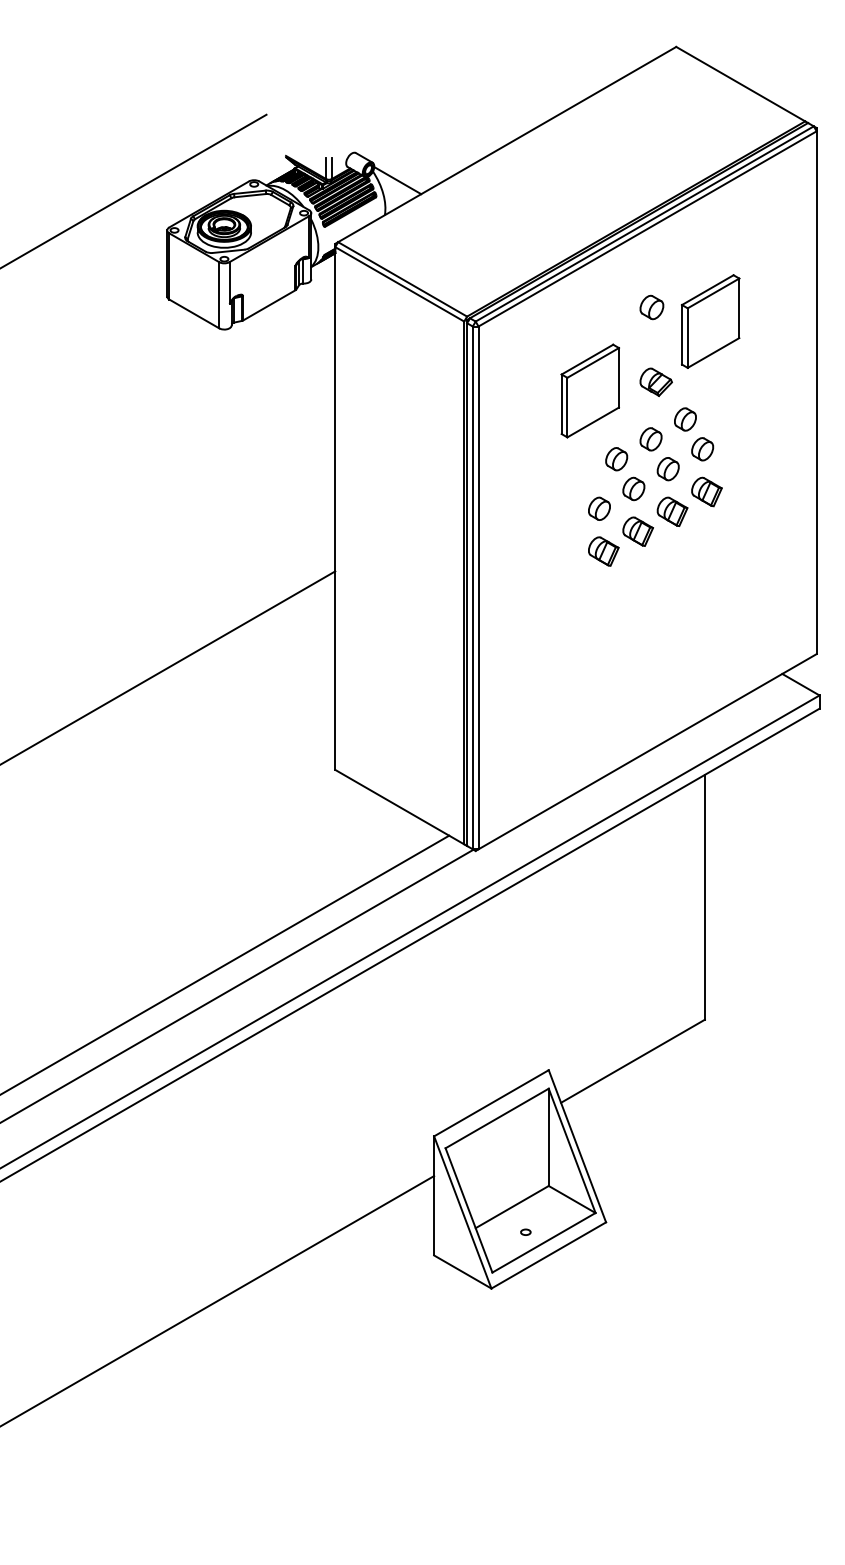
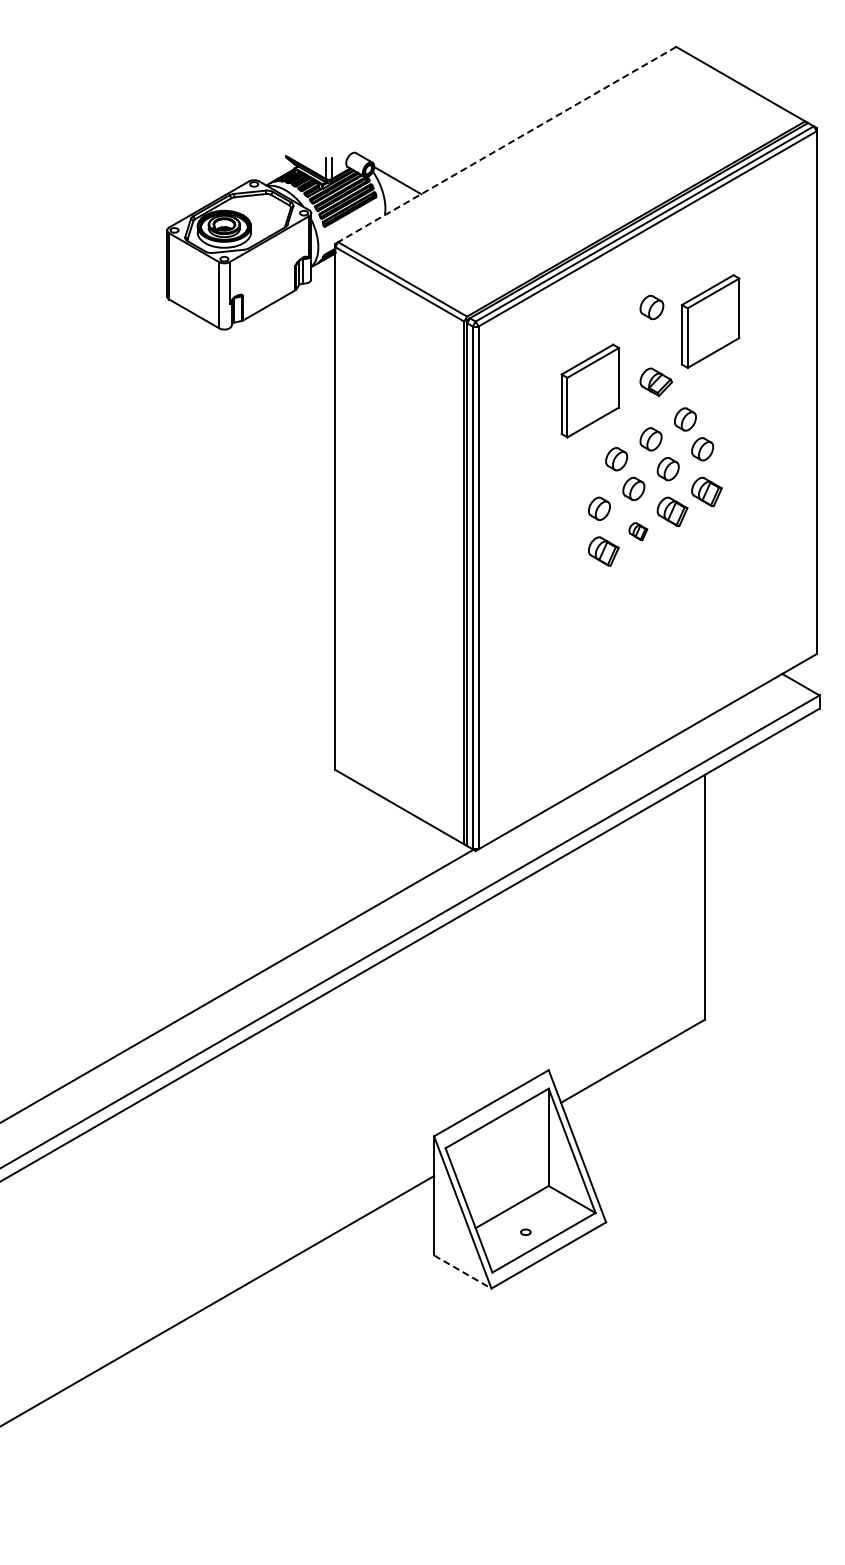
line at (506, 144): solid -> dashed
line at (134, 190): present -> none
part at (638, 531) size: 33x31 px -> 21x20 px
line at (168, 667): present -> none
line at (225, 964): present -> none
line at (463, 1272): solid -> dashed
